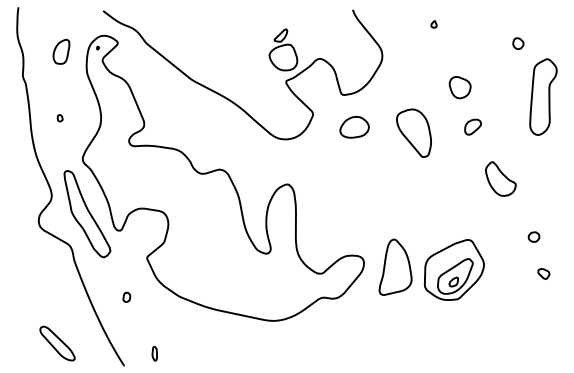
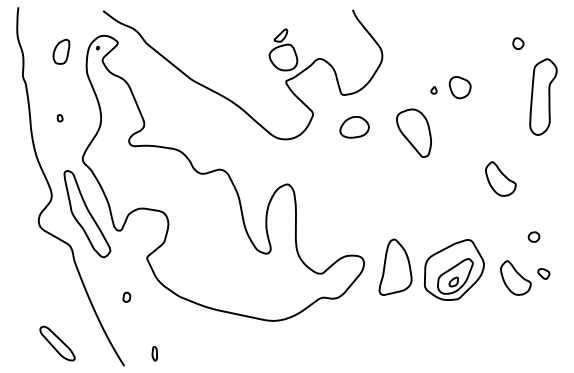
part at (433, 24) position: (433, 24) -> (433, 90)
part at (472, 126): present -> none
part at (515, 277): none -> present
